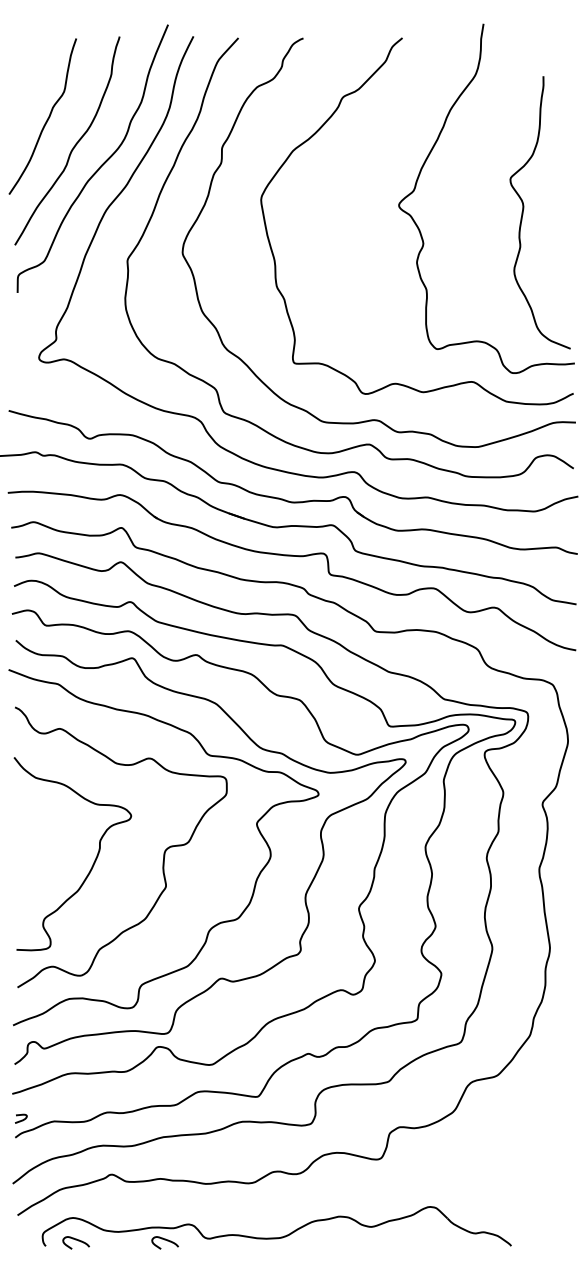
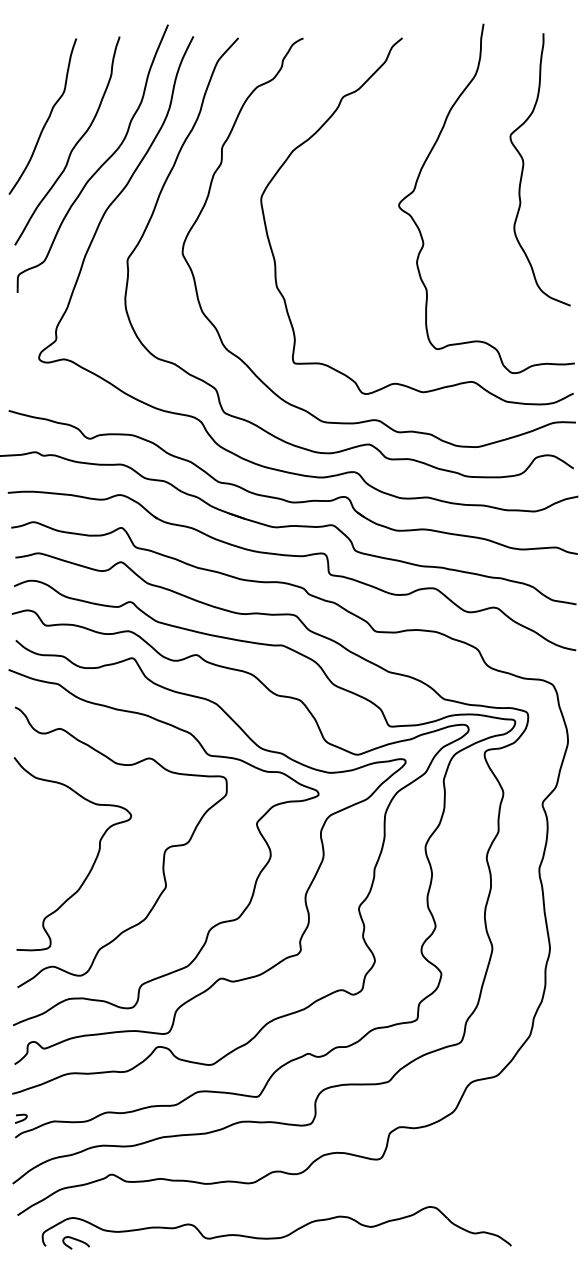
curve at (524, 208) position: (524, 208) -> (524, 165)
curve at (164, 1240): present -> none
